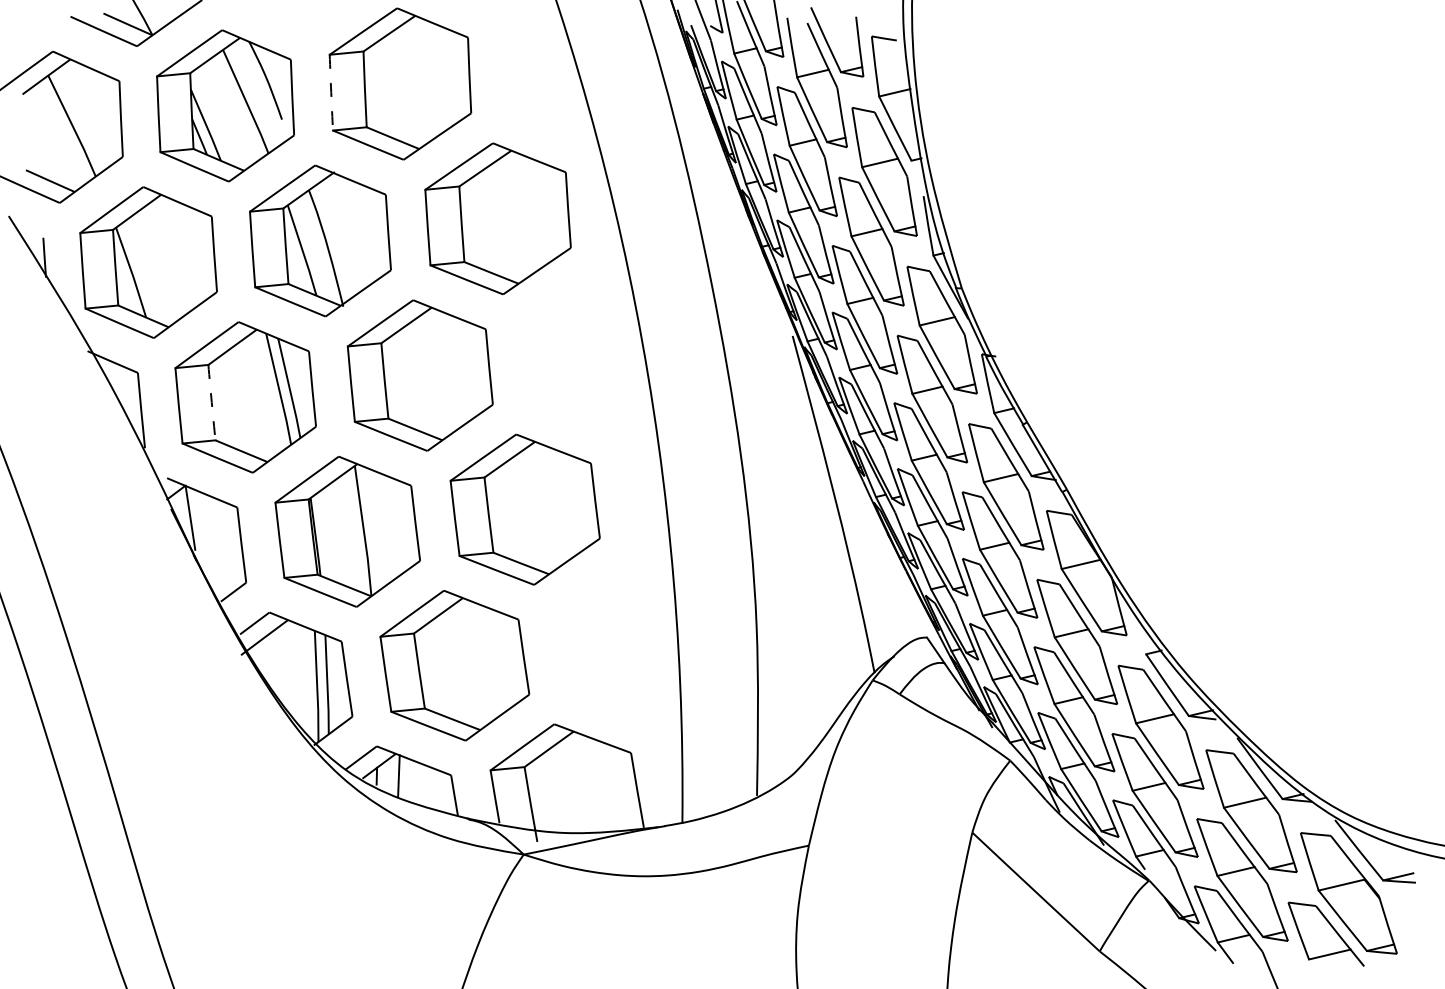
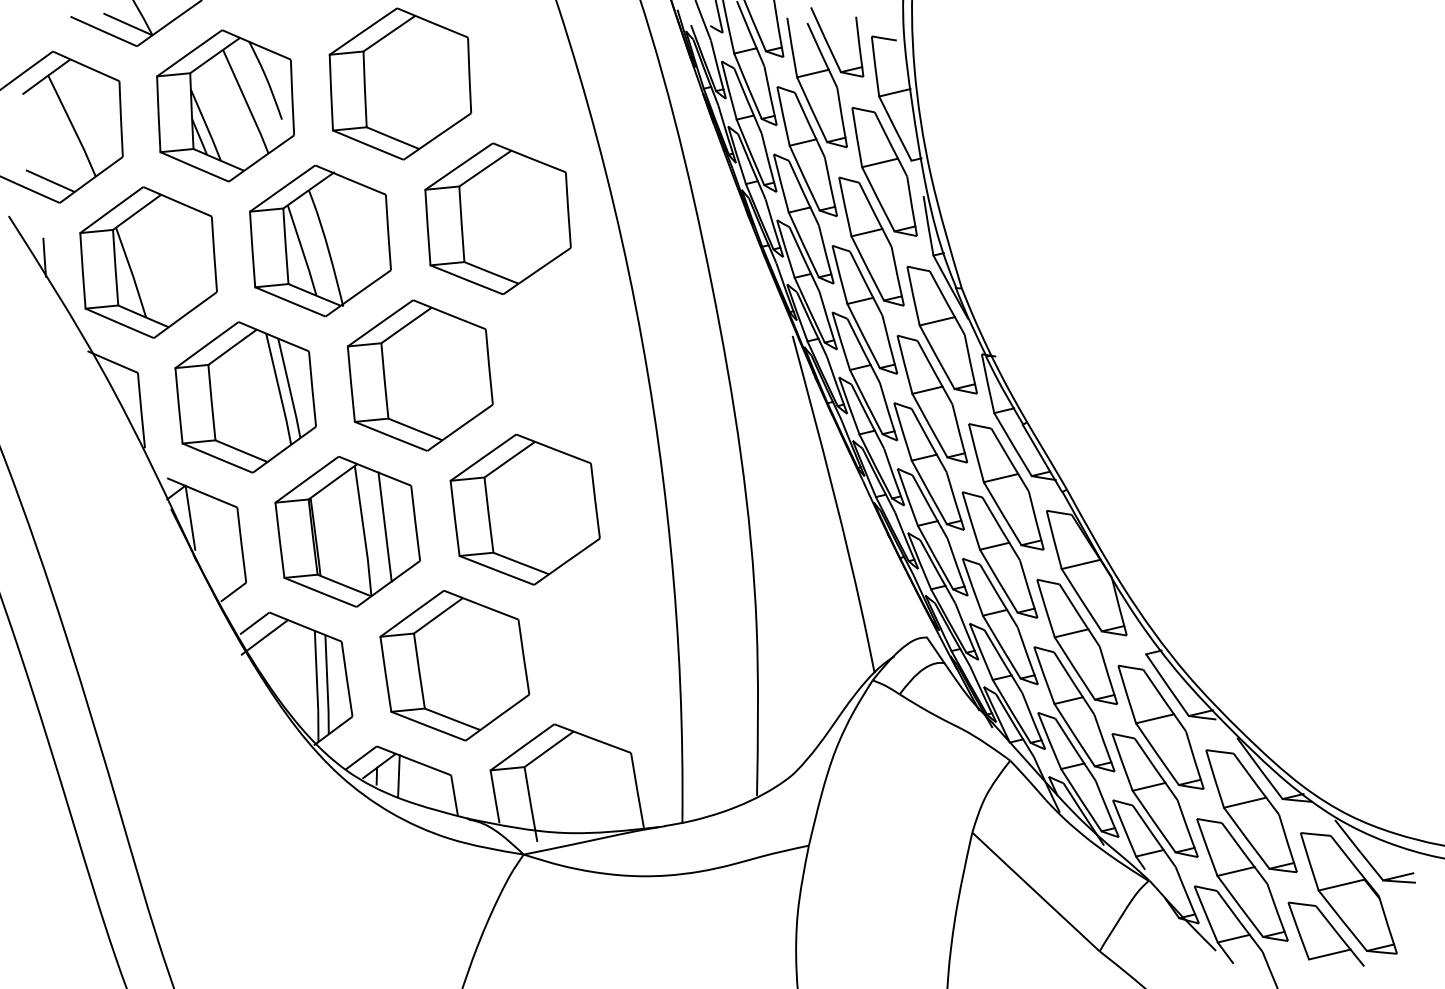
arc at (331, 92): dashed -> solid
arc at (211, 402): dashed -> solid
line at (384, 526): none -> present
